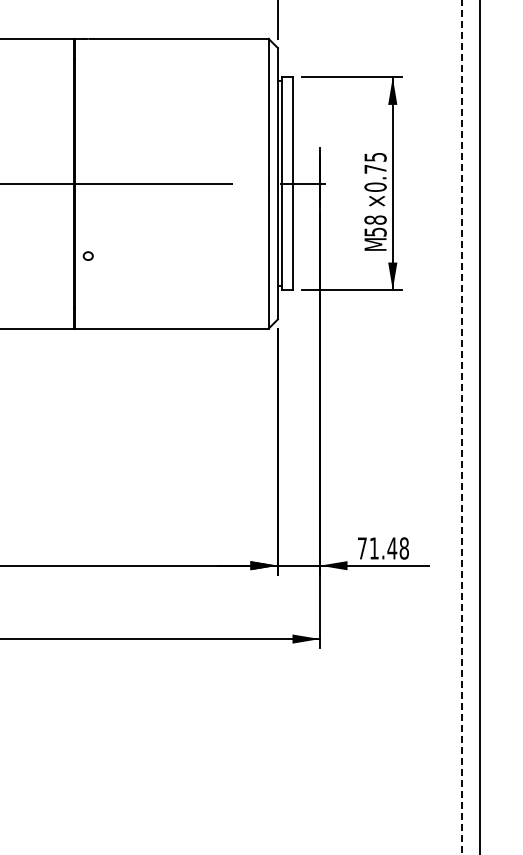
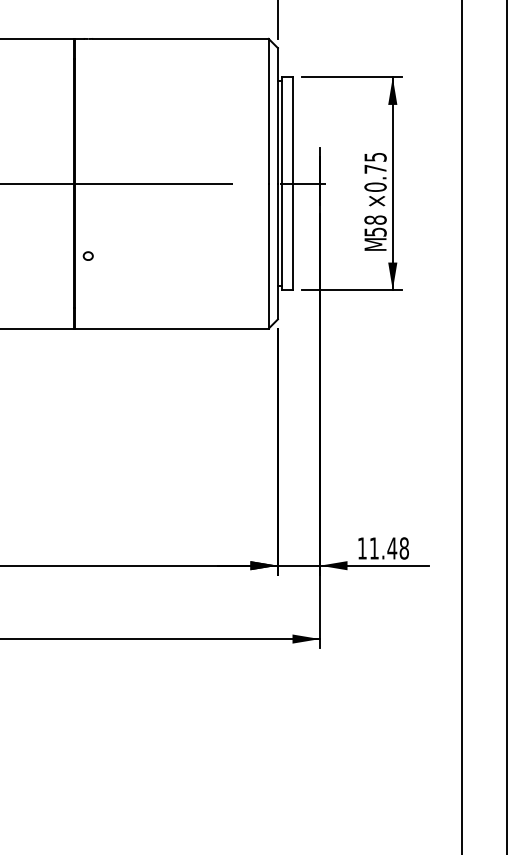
line at (480, 426) position: (480, 426) -> (507, 426)
line at (461, 427): dashed -> solid
text at (362, 548): 71.48 -> 11.48
